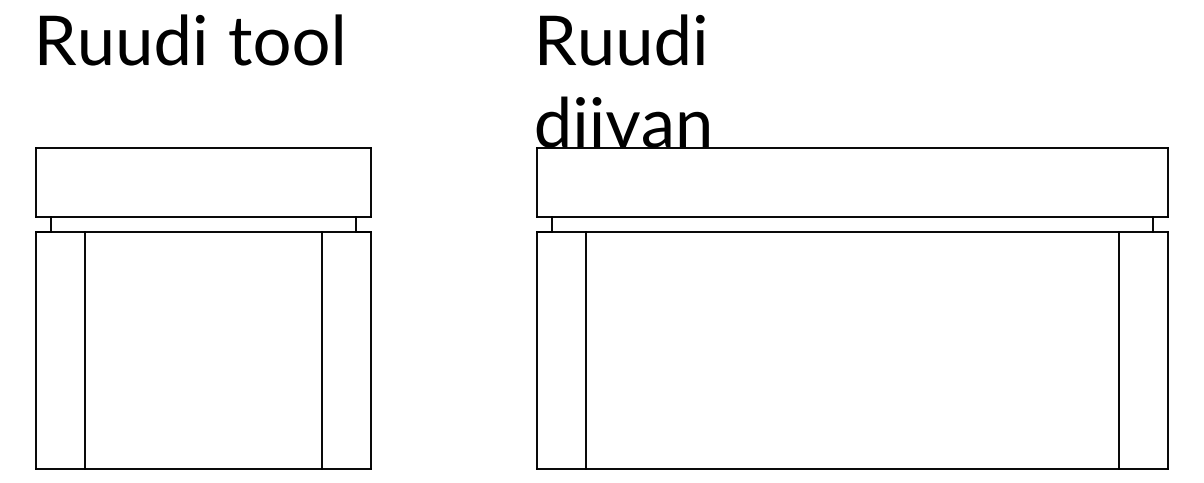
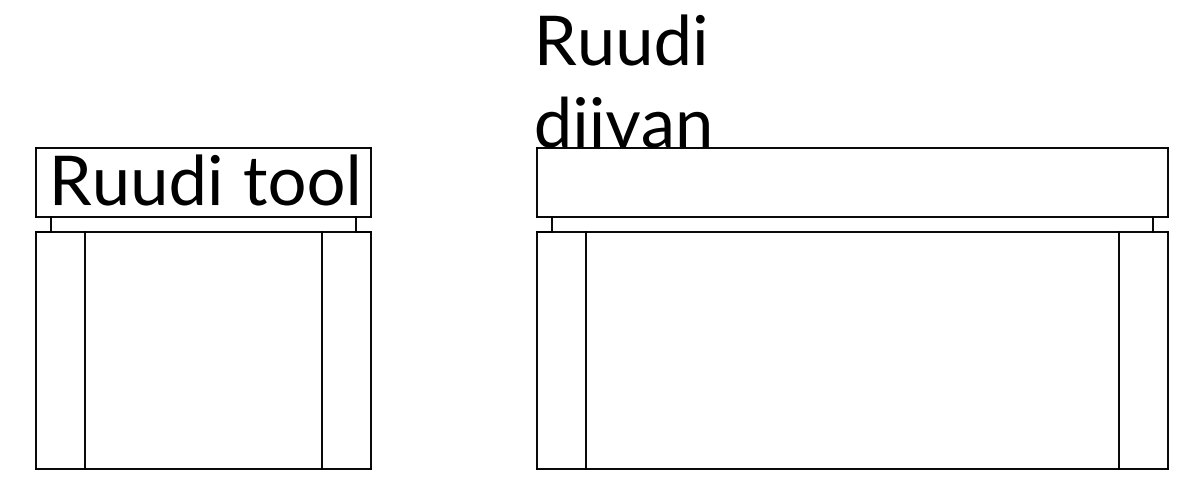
text at (190, 39) position: (190, 39) -> (205, 179)
